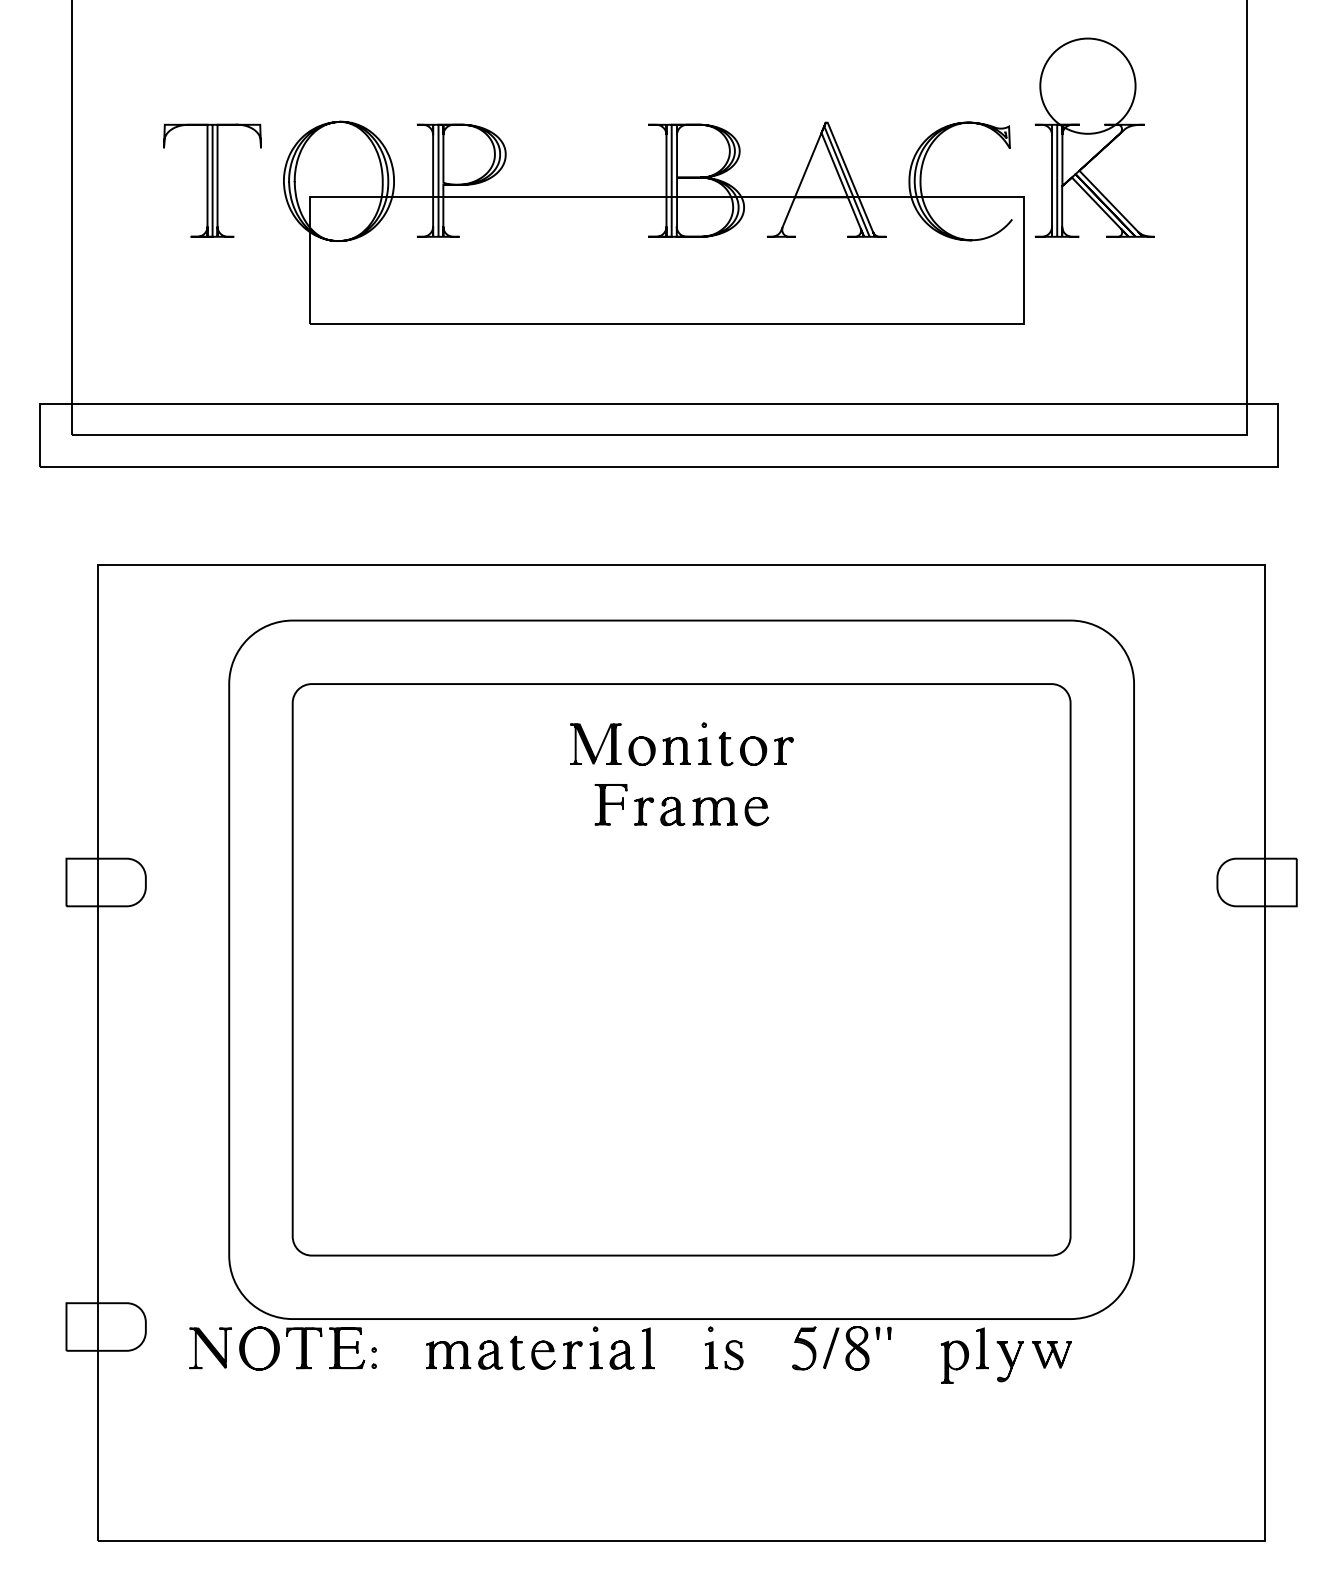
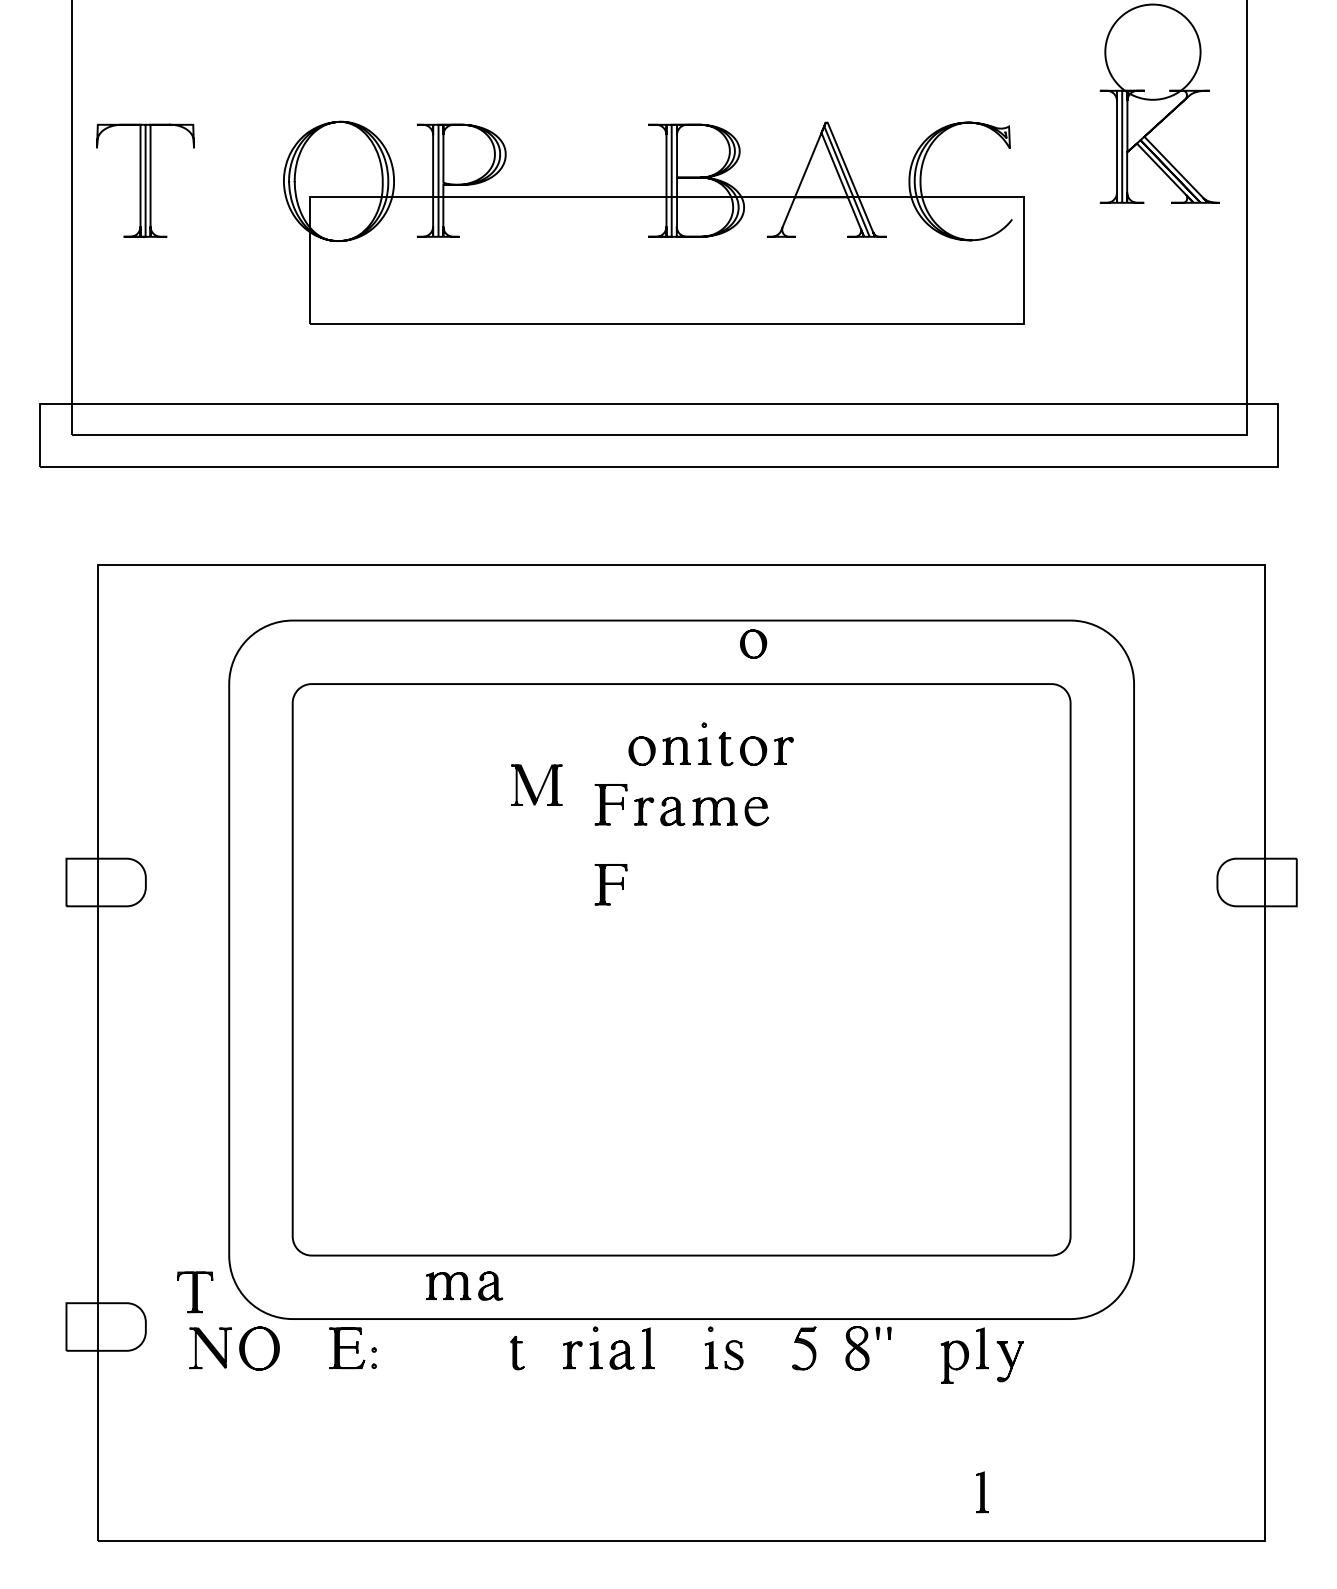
part at (1094, 137) position: (1094, 137) -> (1159, 103)
curve at (212, 180) position: (212, 180) -> (145, 180)
curve at (761, 642): none -> present
curve at (590, 745) position: (590, 745) -> (531, 786)
curve at (610, 884): none -> present
line at (831, 1347): present -> none
curve at (304, 1348) position: (304, 1348) -> (195, 1292)
curve at (543, 1351): present -> none
part at (464, 1354) position: (464, 1354) -> (464, 1285)
part at (1051, 1354): present -> none
part at (982, 1492): none -> present
